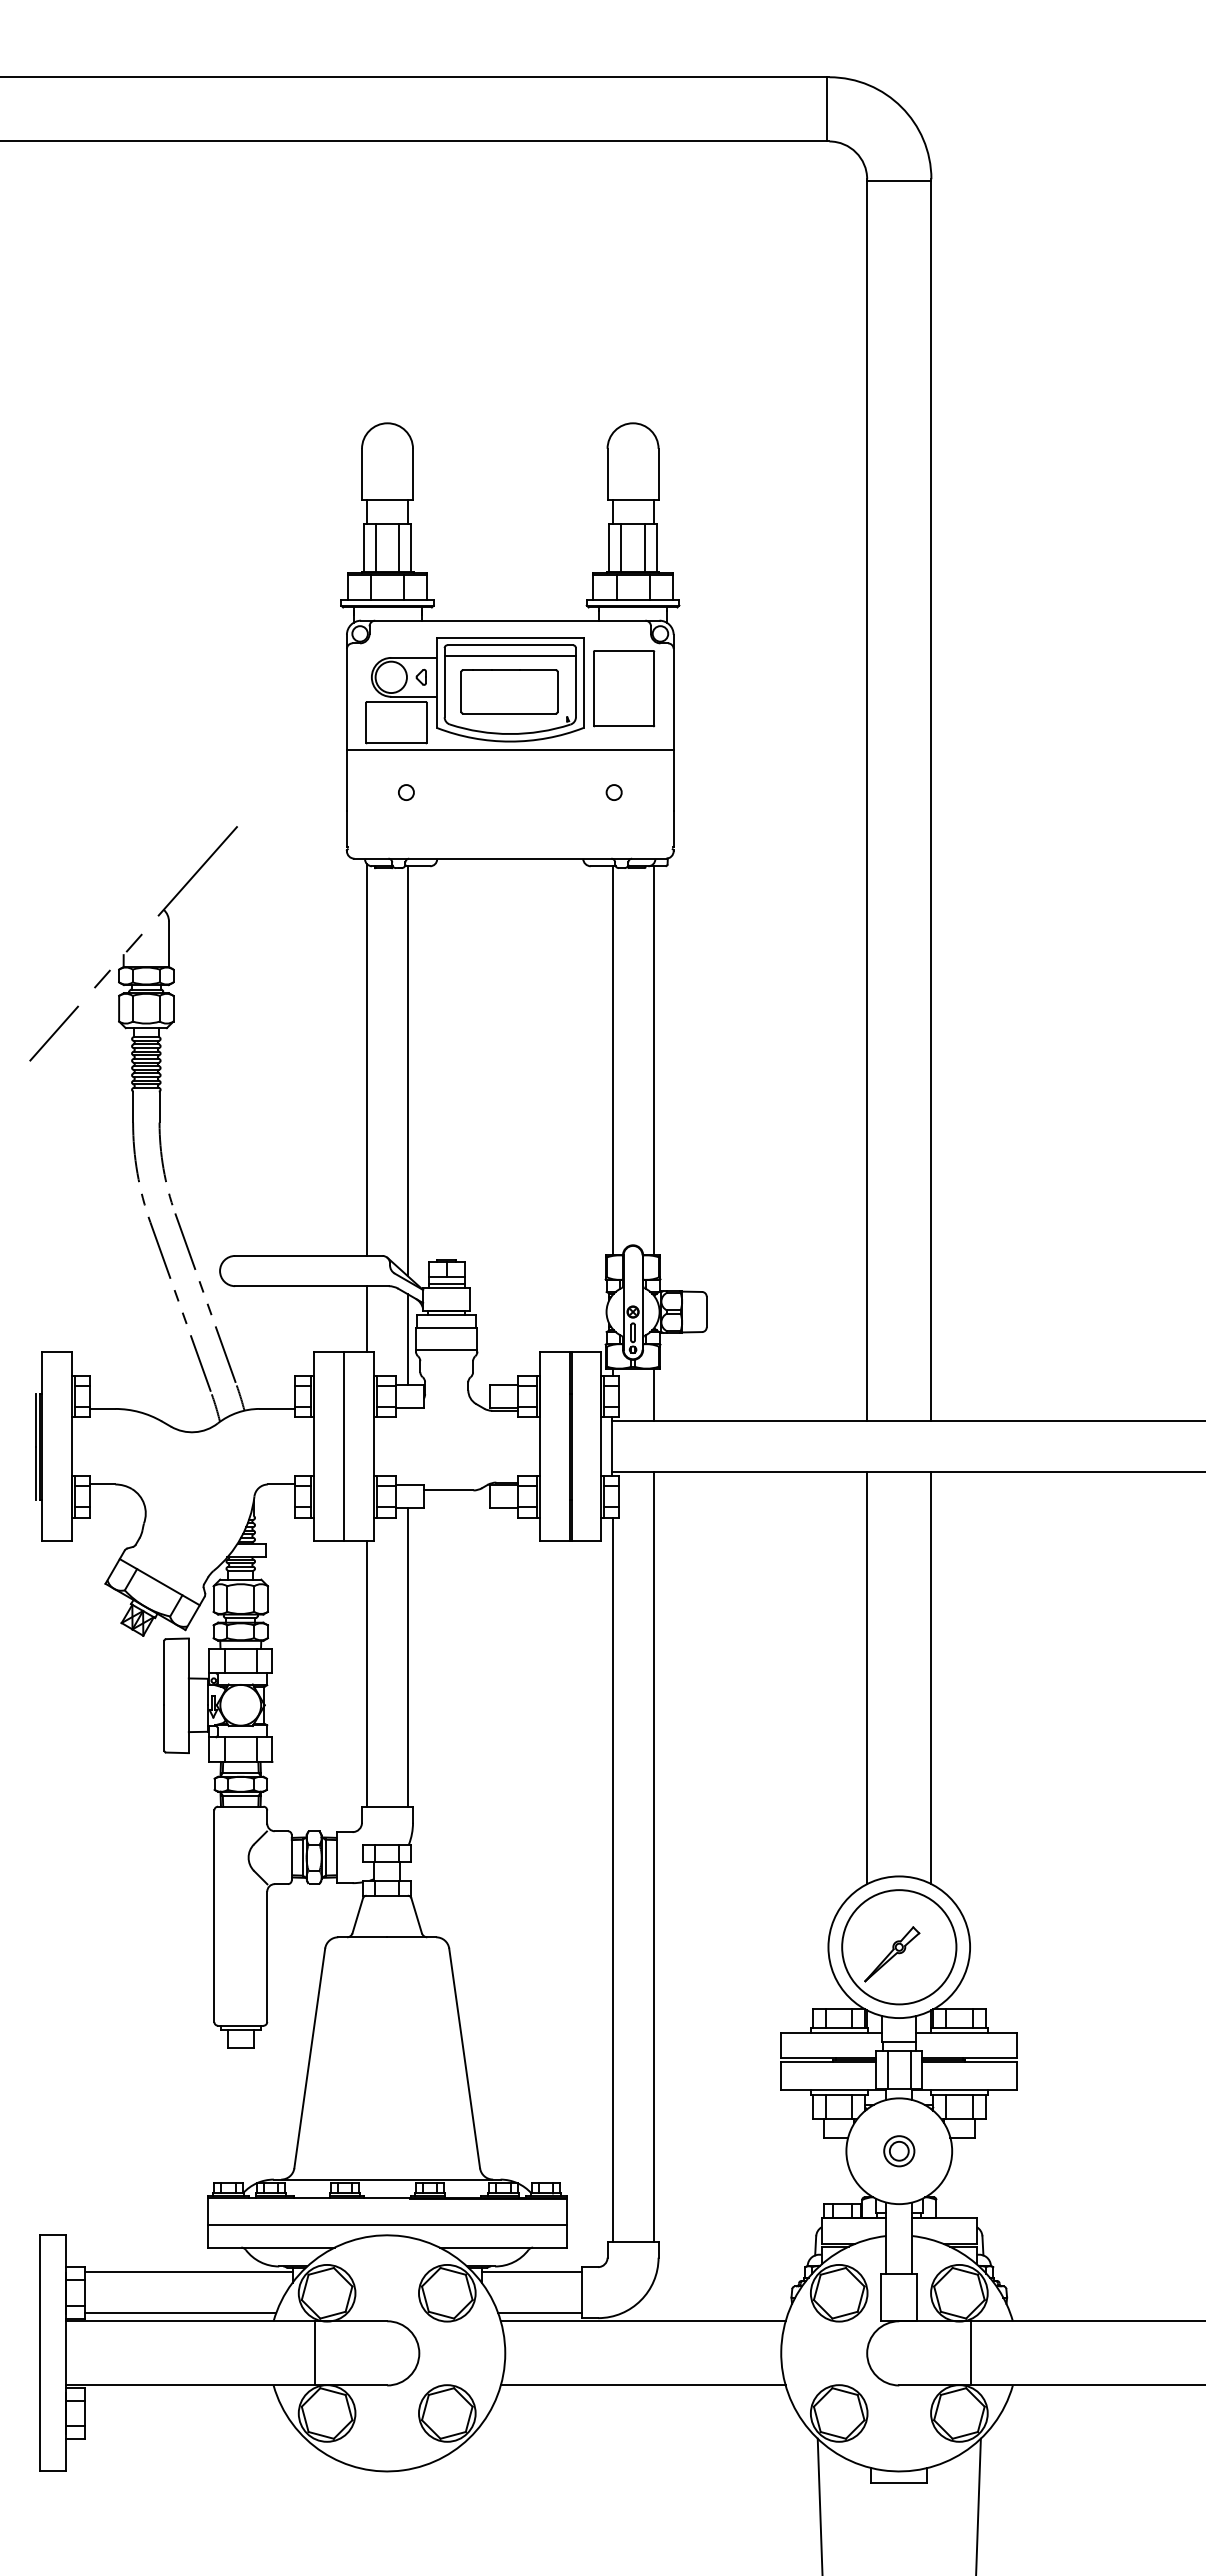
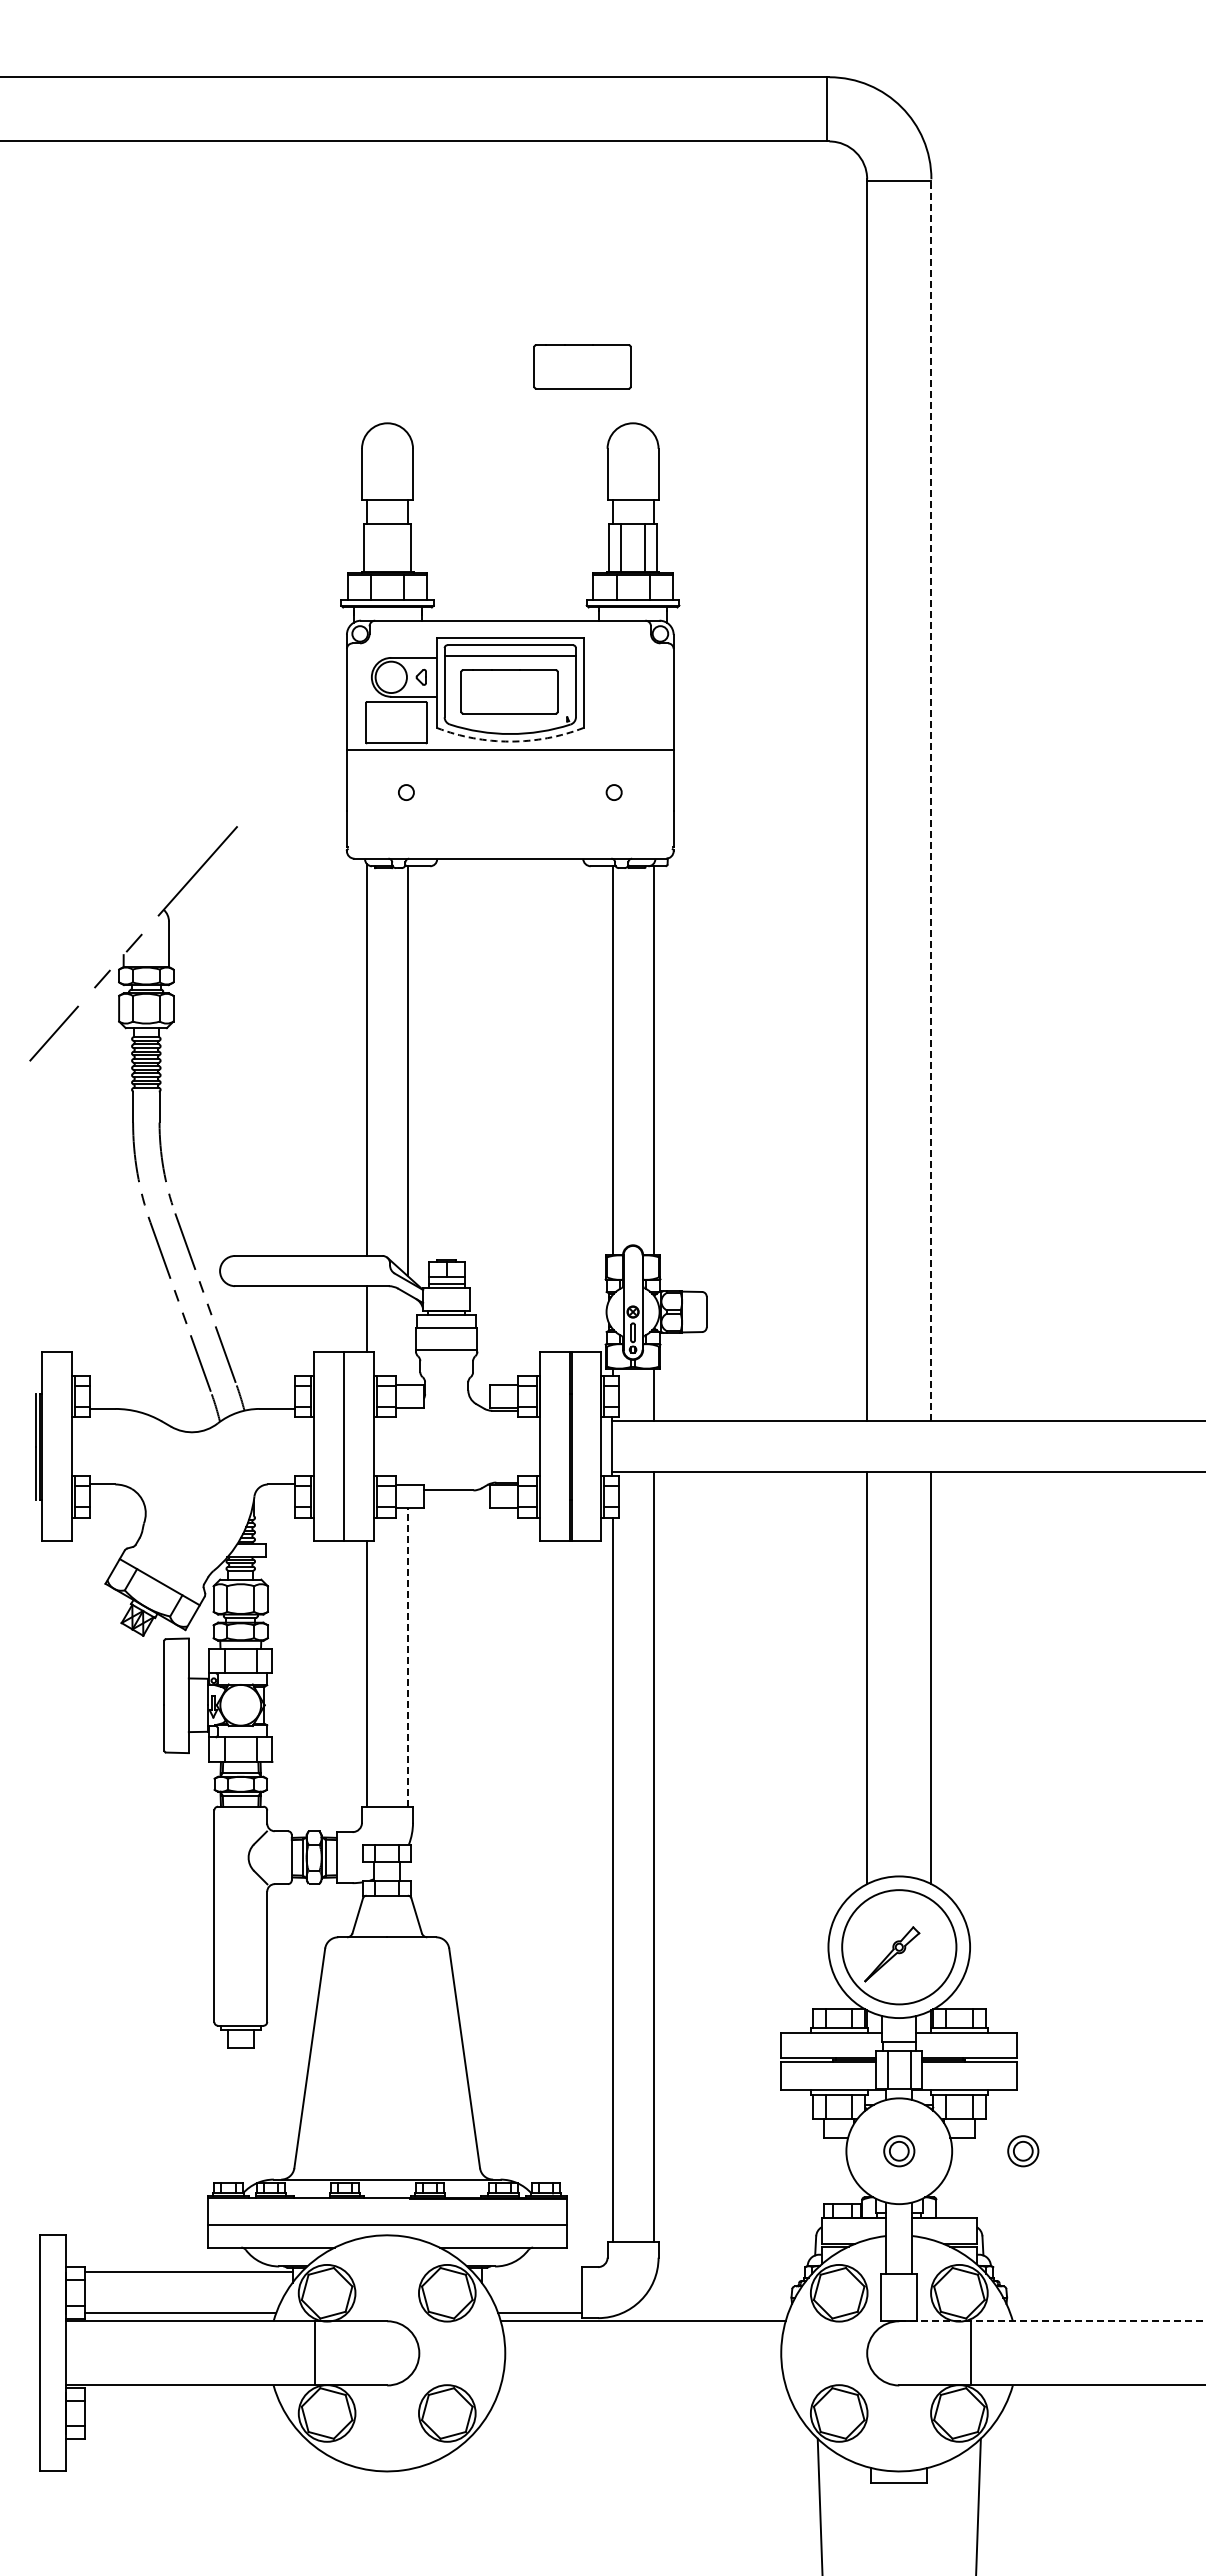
part at (582, 366): none -> present
line at (375, 547): present -> none
line at (399, 547): present -> none
part at (624, 688): present -> none
arc at (510, 741): solid -> dashed
line at (931, 800): solid -> dashed
line at (408, 1339): present -> none
line at (408, 1656): solid -> dashed
part at (1023, 2151): none -> present
line at (531, 2272): present -> none
line at (1053, 2321): solid -> dashed
line at (642, 2385): present -> none
